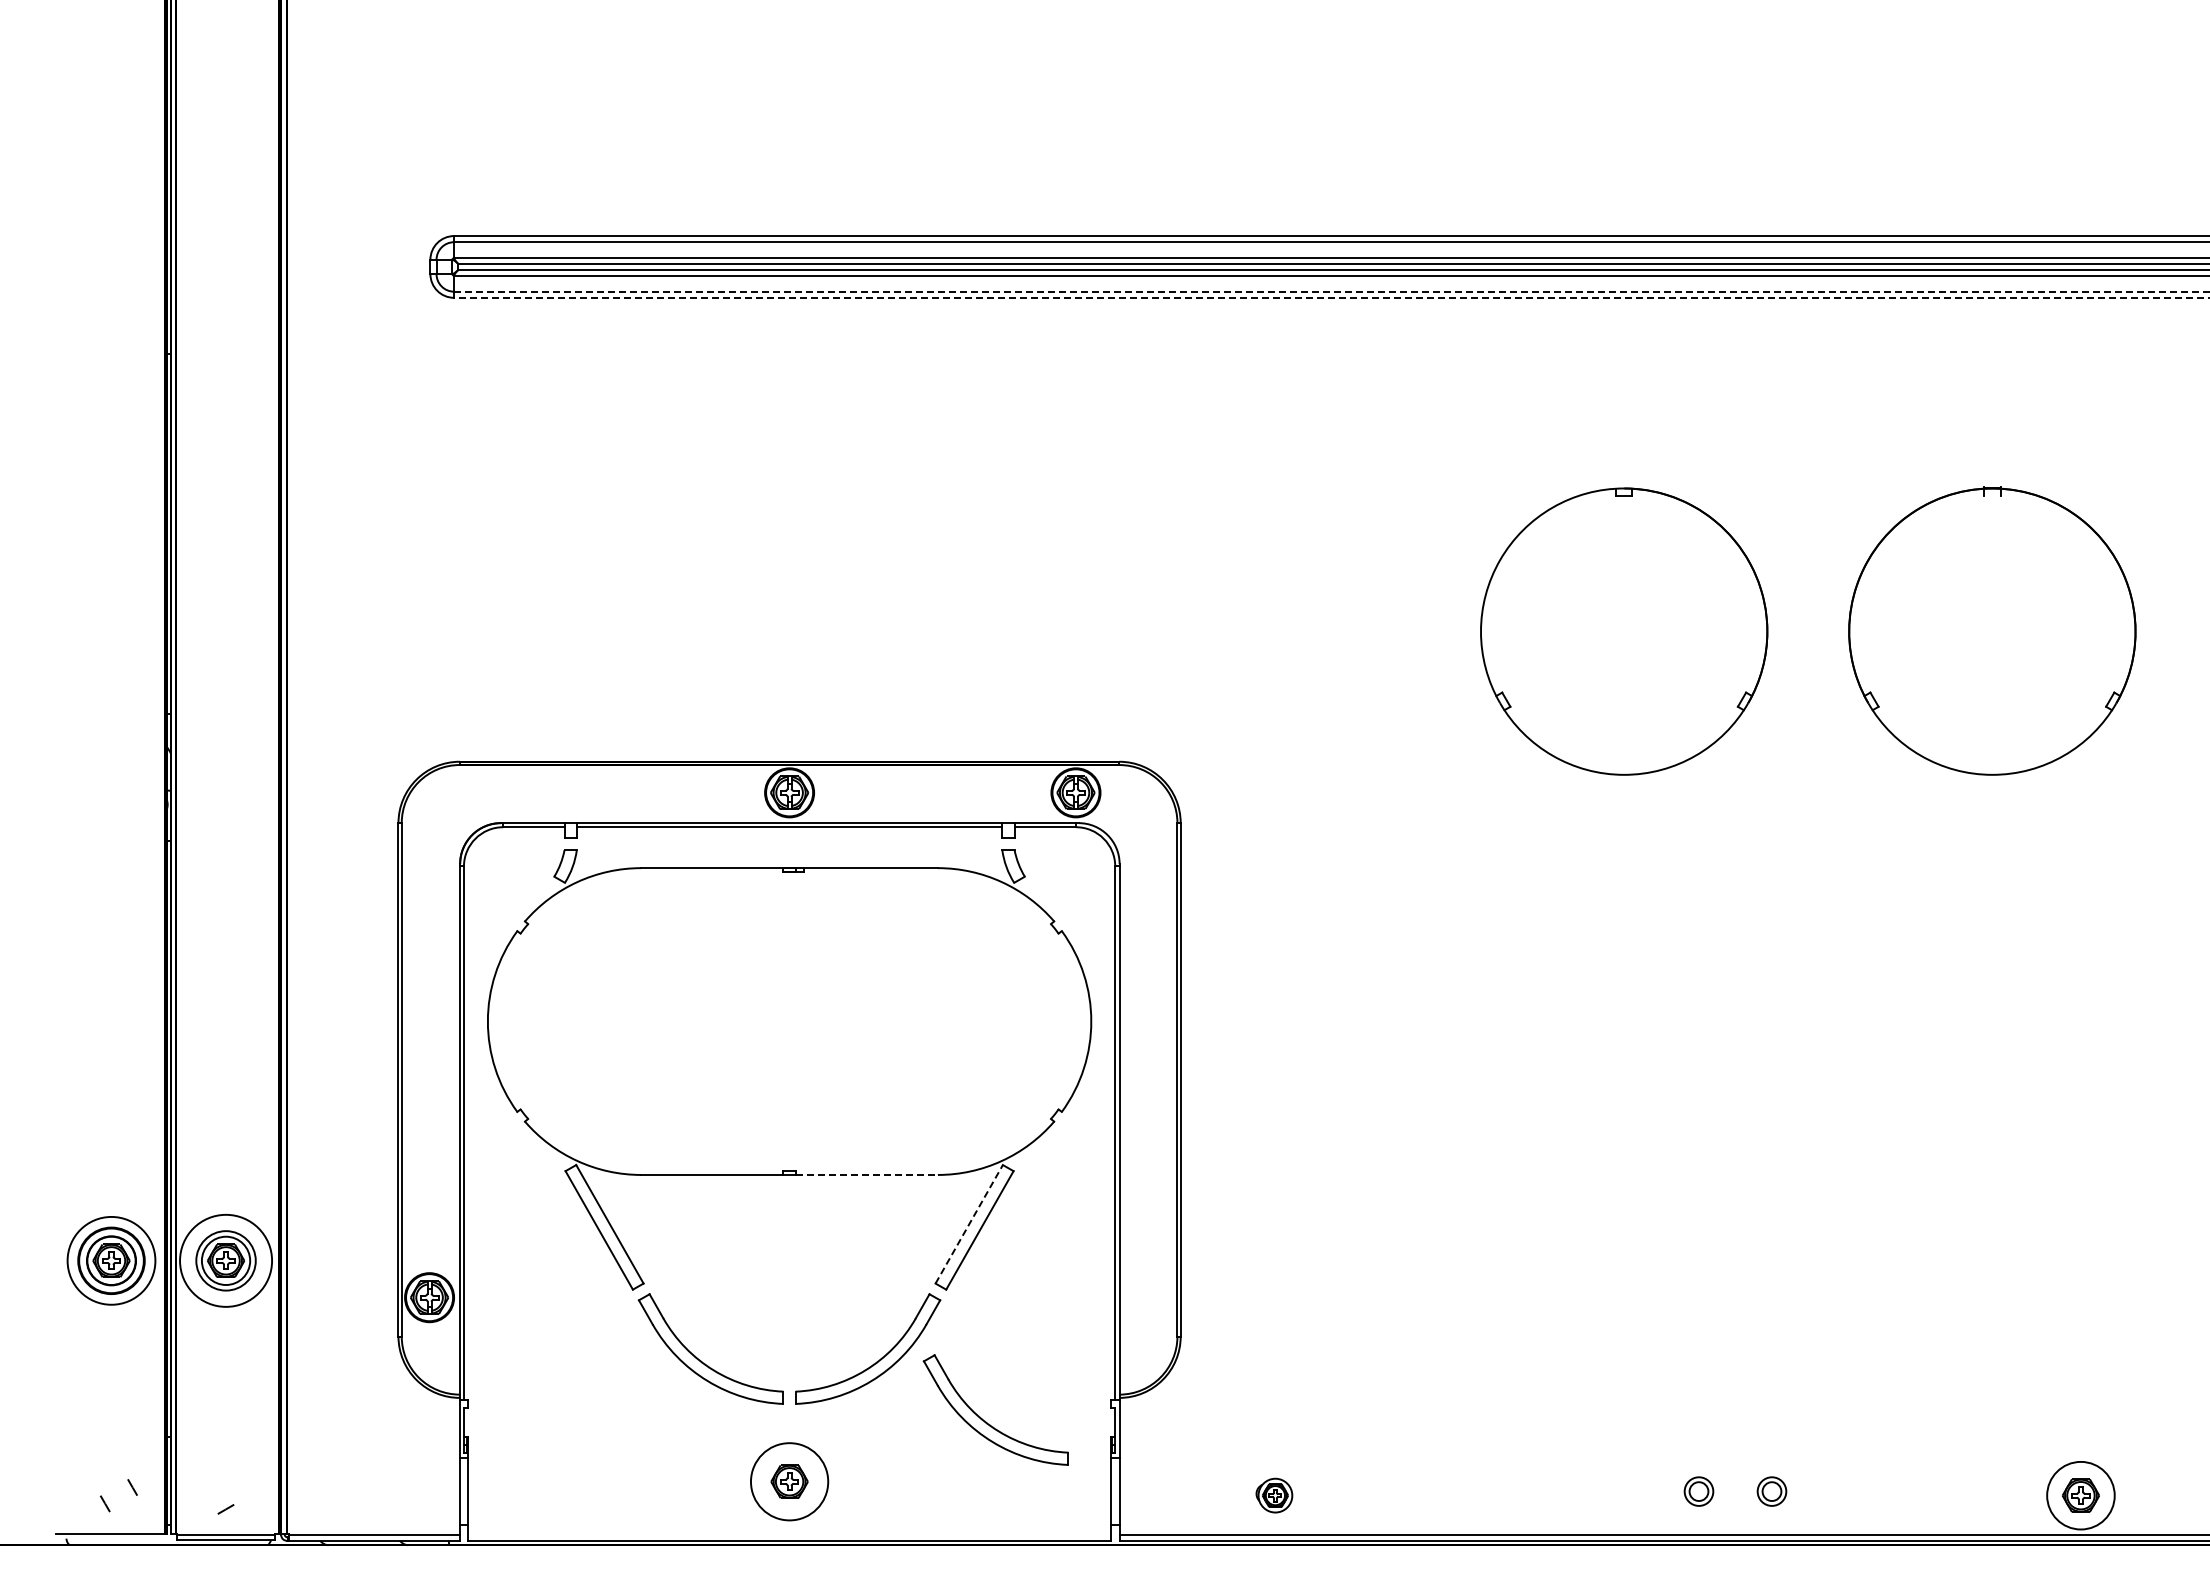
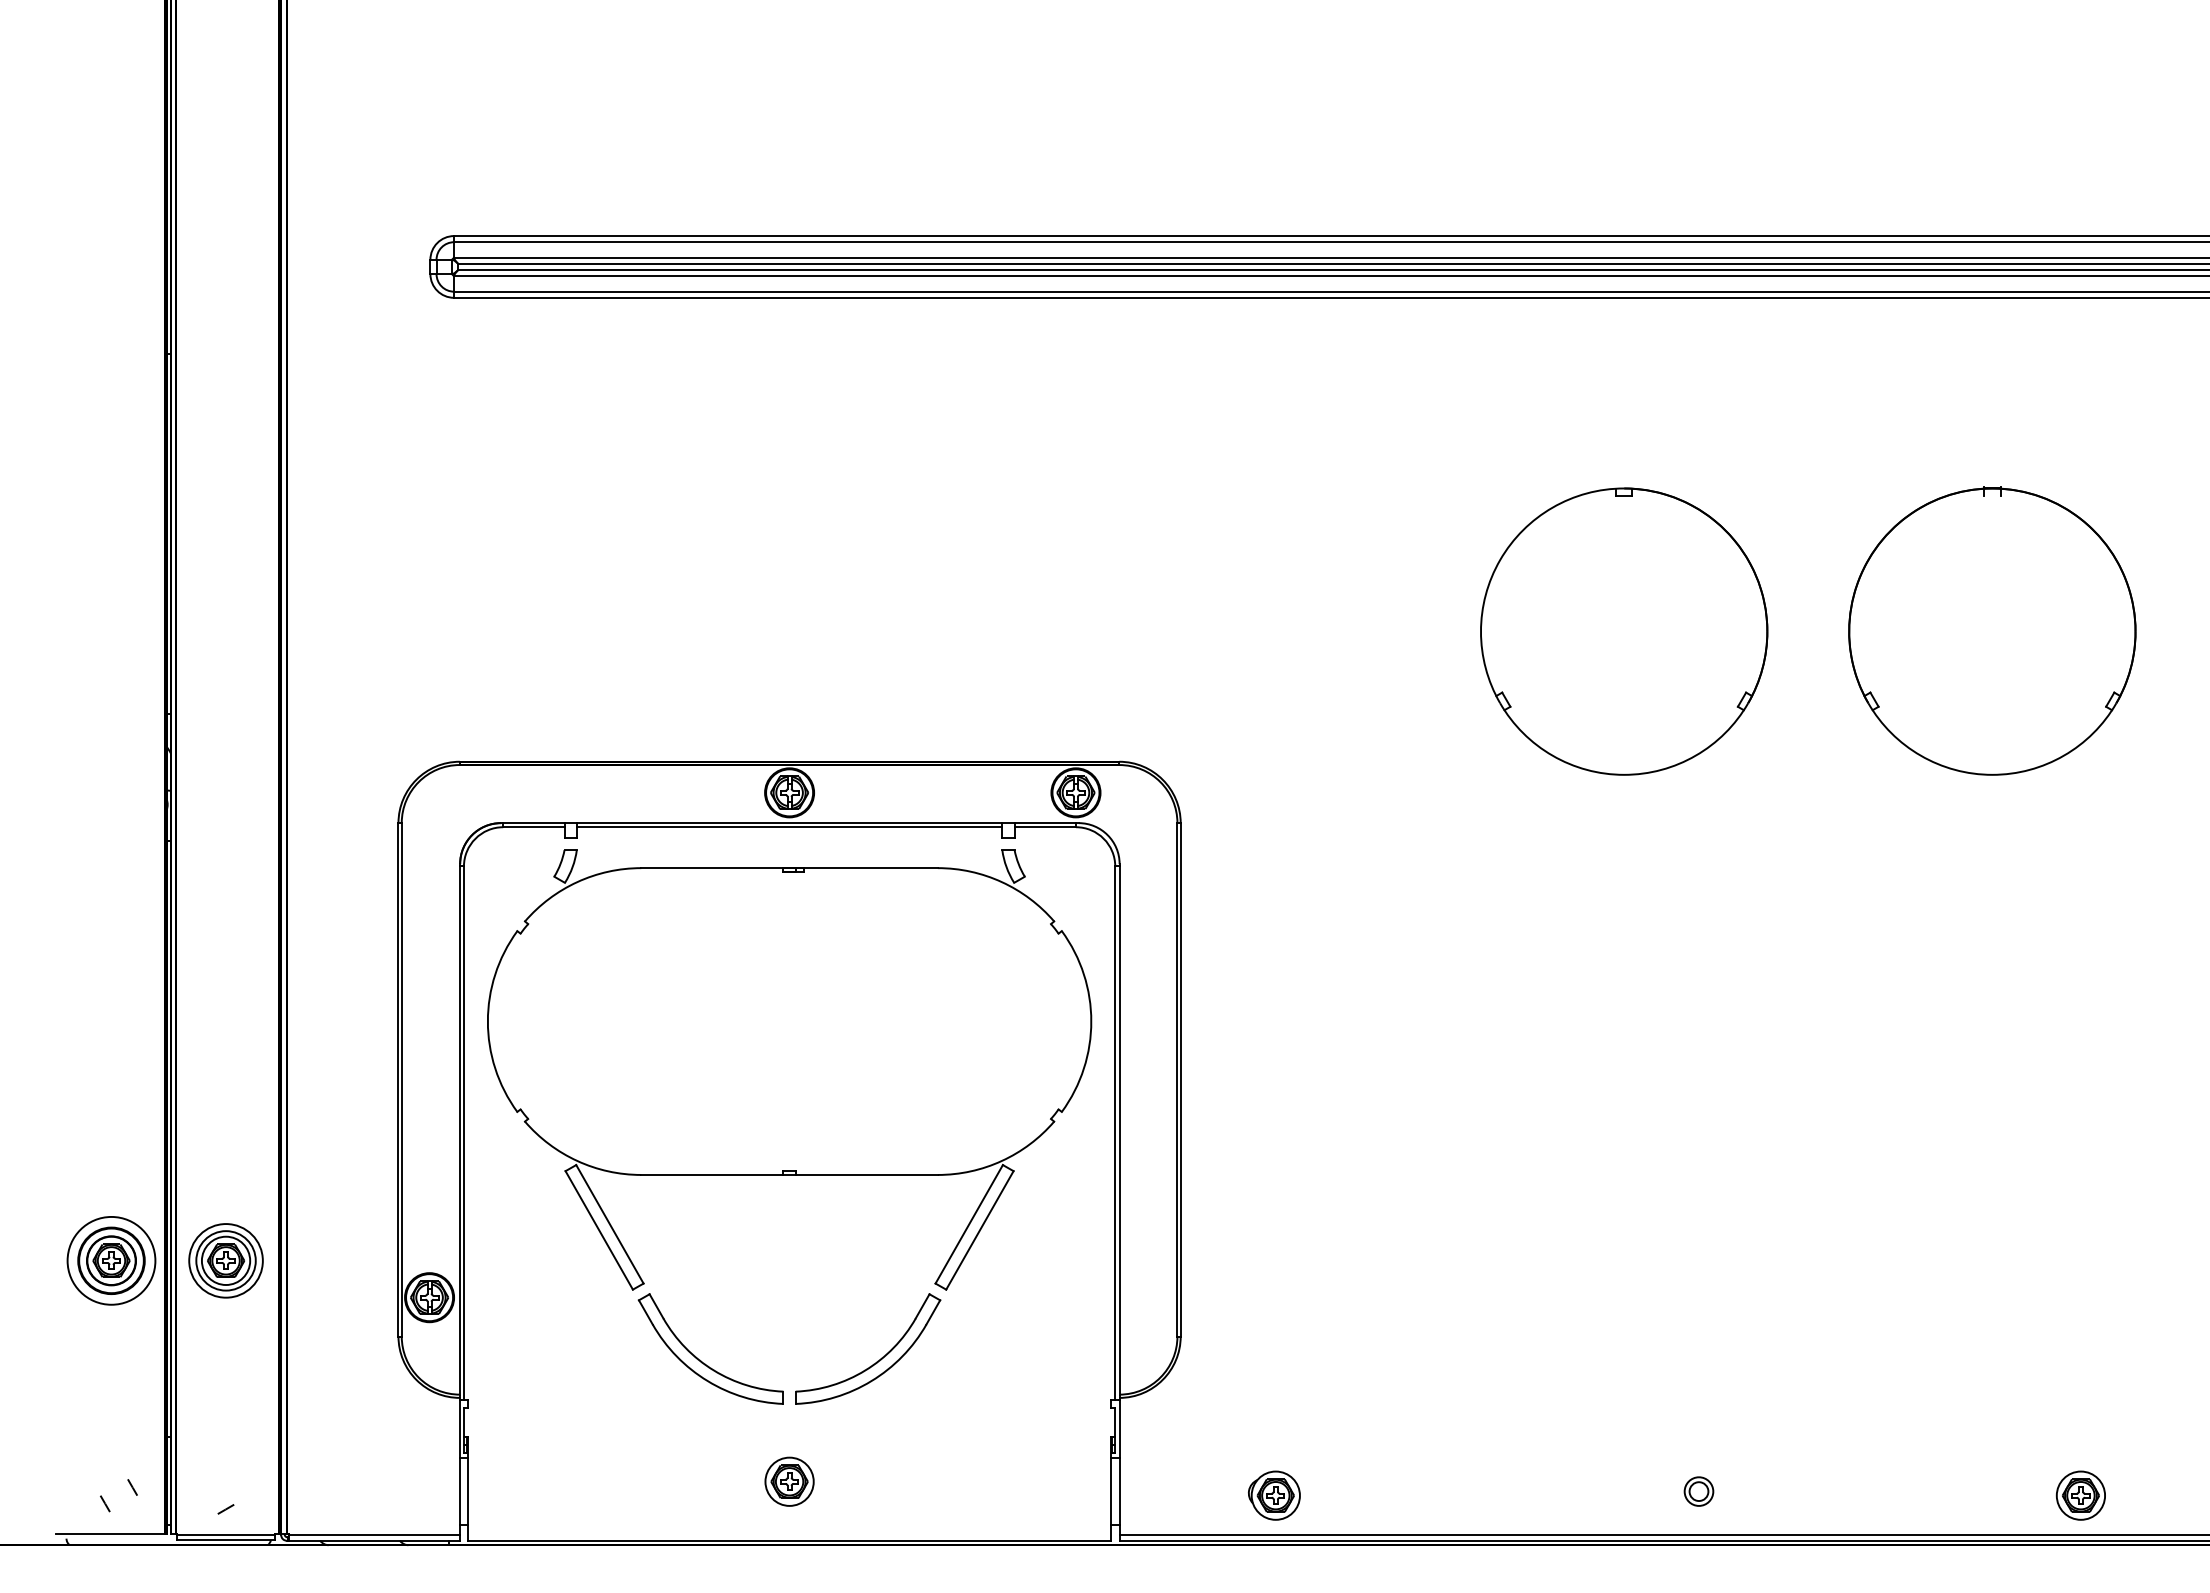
line at (1332, 291): dashed -> solid
line at (1332, 297): dashed -> solid
line at (867, 1174): dashed -> solid
line at (969, 1223): dashed -> solid
circle at (226, 1260) diameter: 92 px -> 74 px
part at (986, 1421): present -> none
circle at (789, 1481) diameter: 77 px -> 48 px
part at (1771, 1491): present -> none
part at (1274, 1495) size: 39x37 px -> 53x51 px
circle at (2080, 1495) diameter: 68 px -> 48 px
